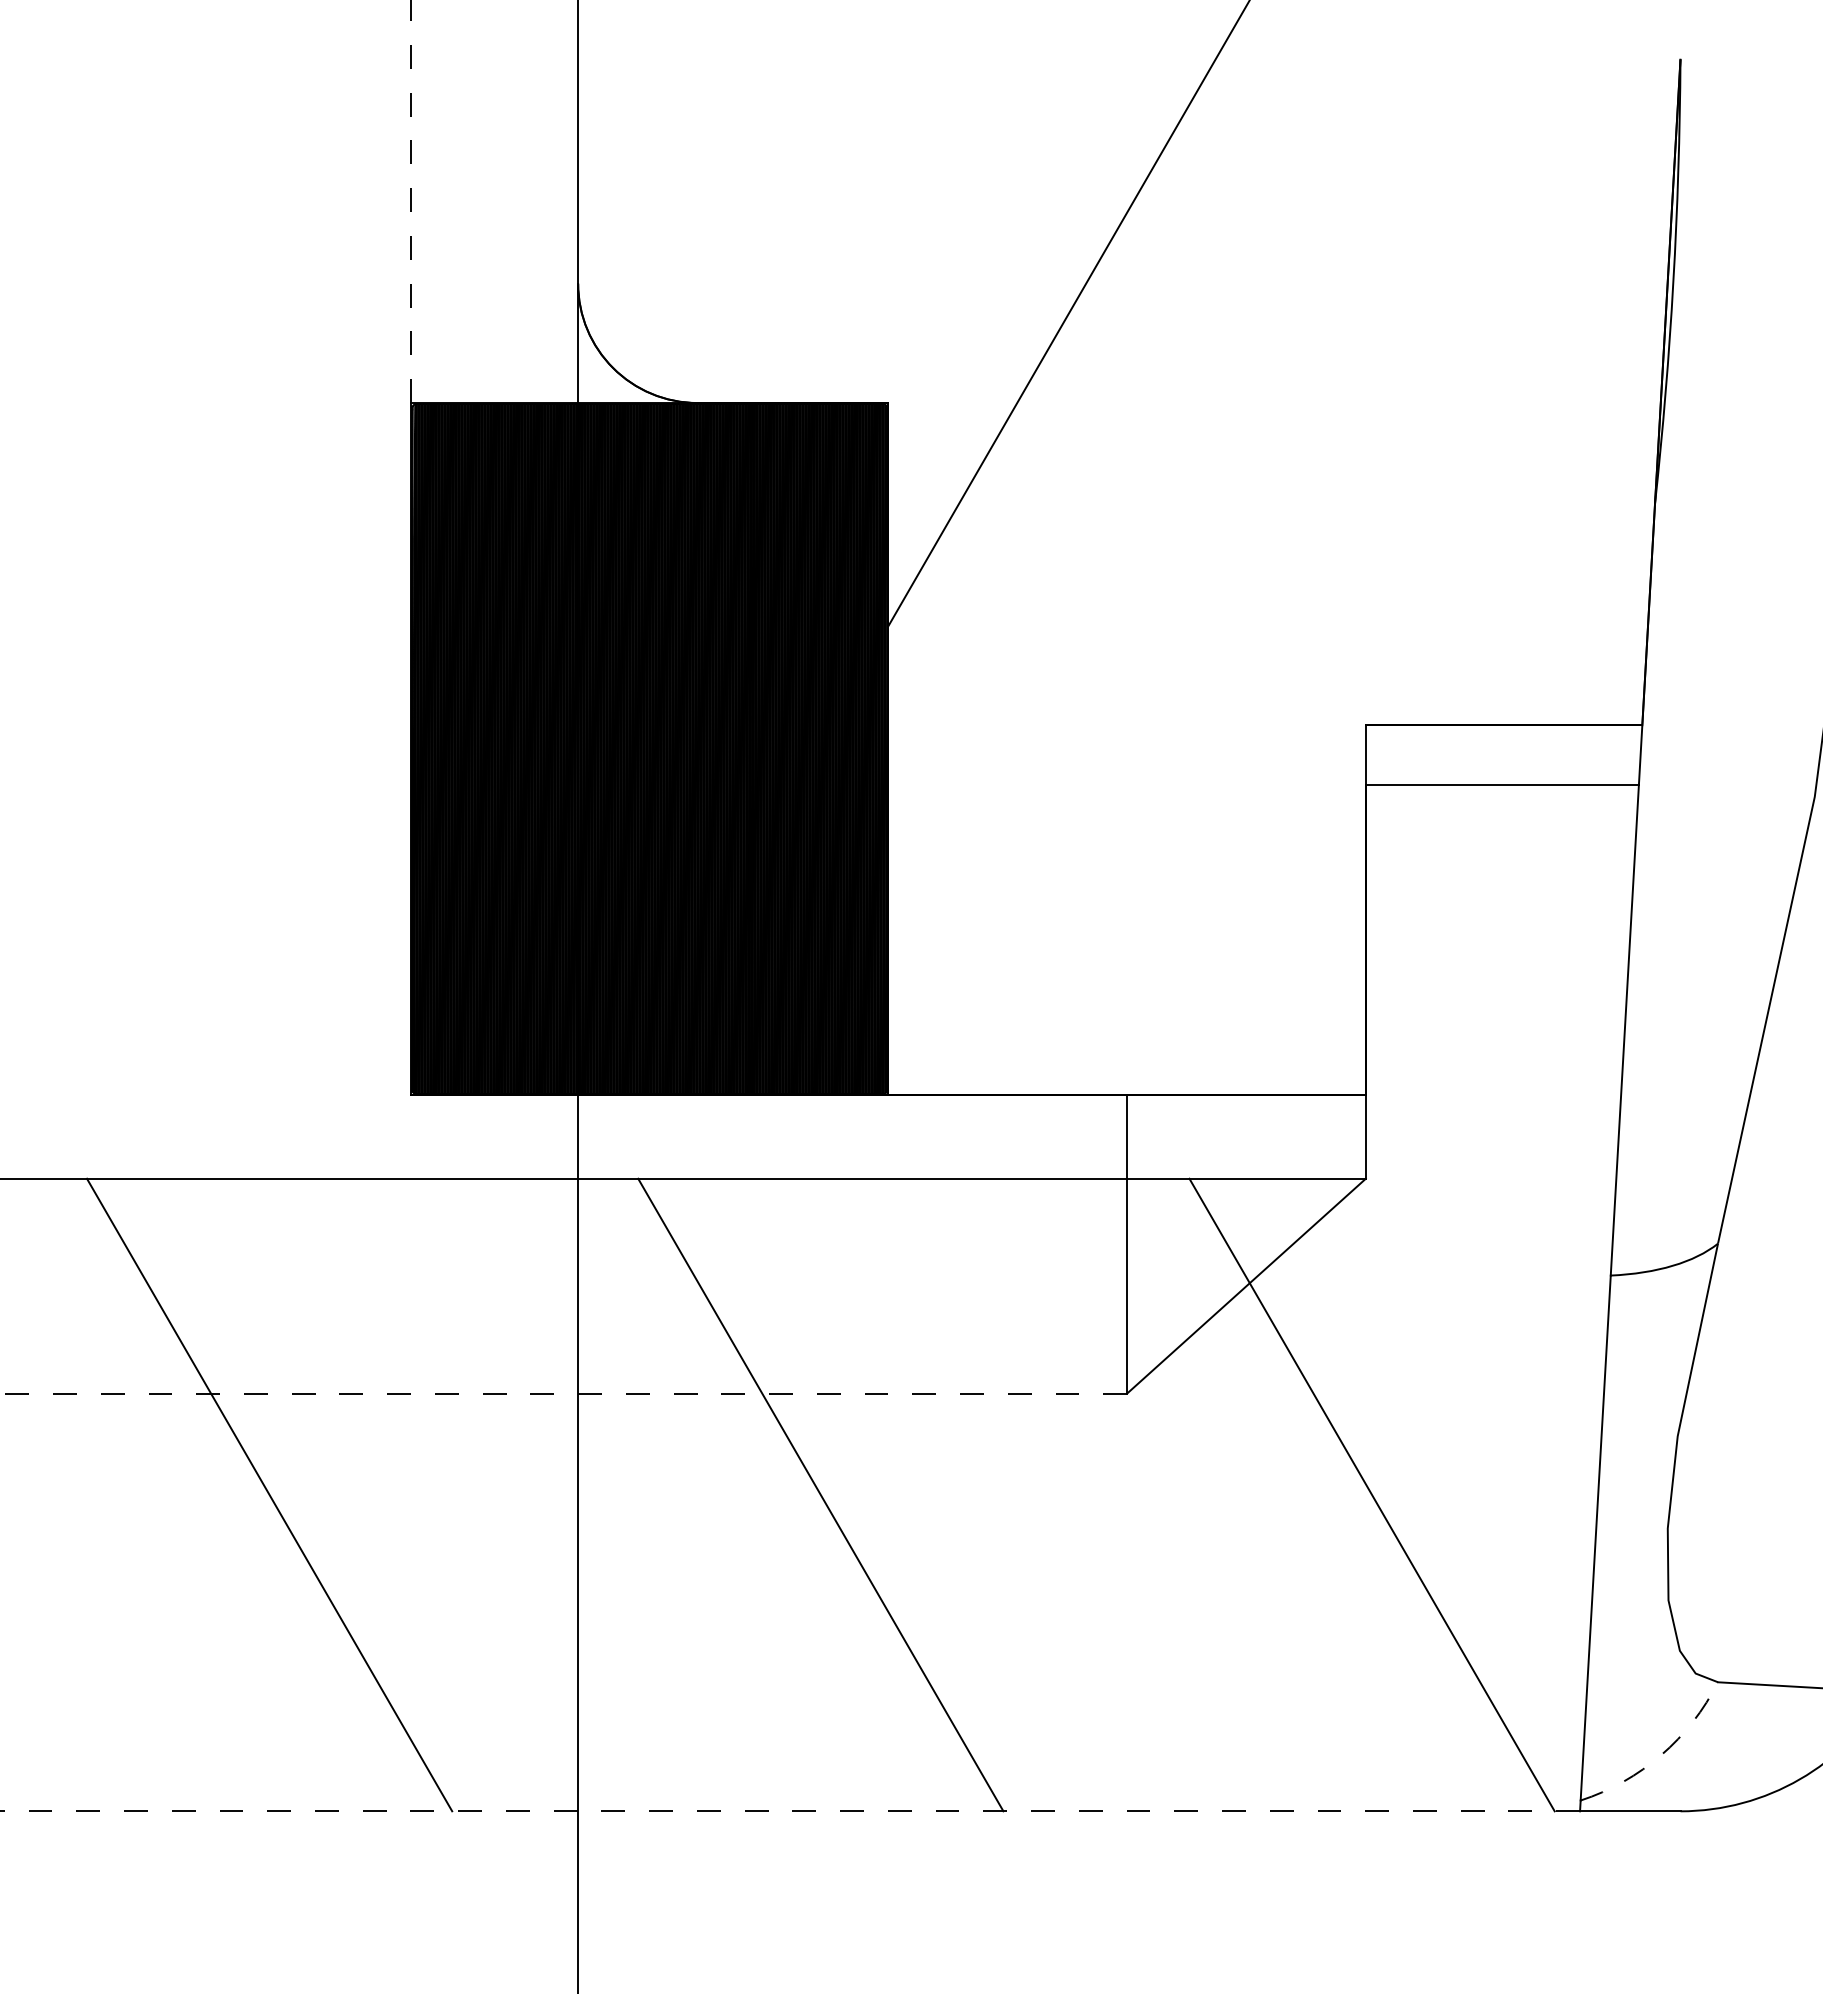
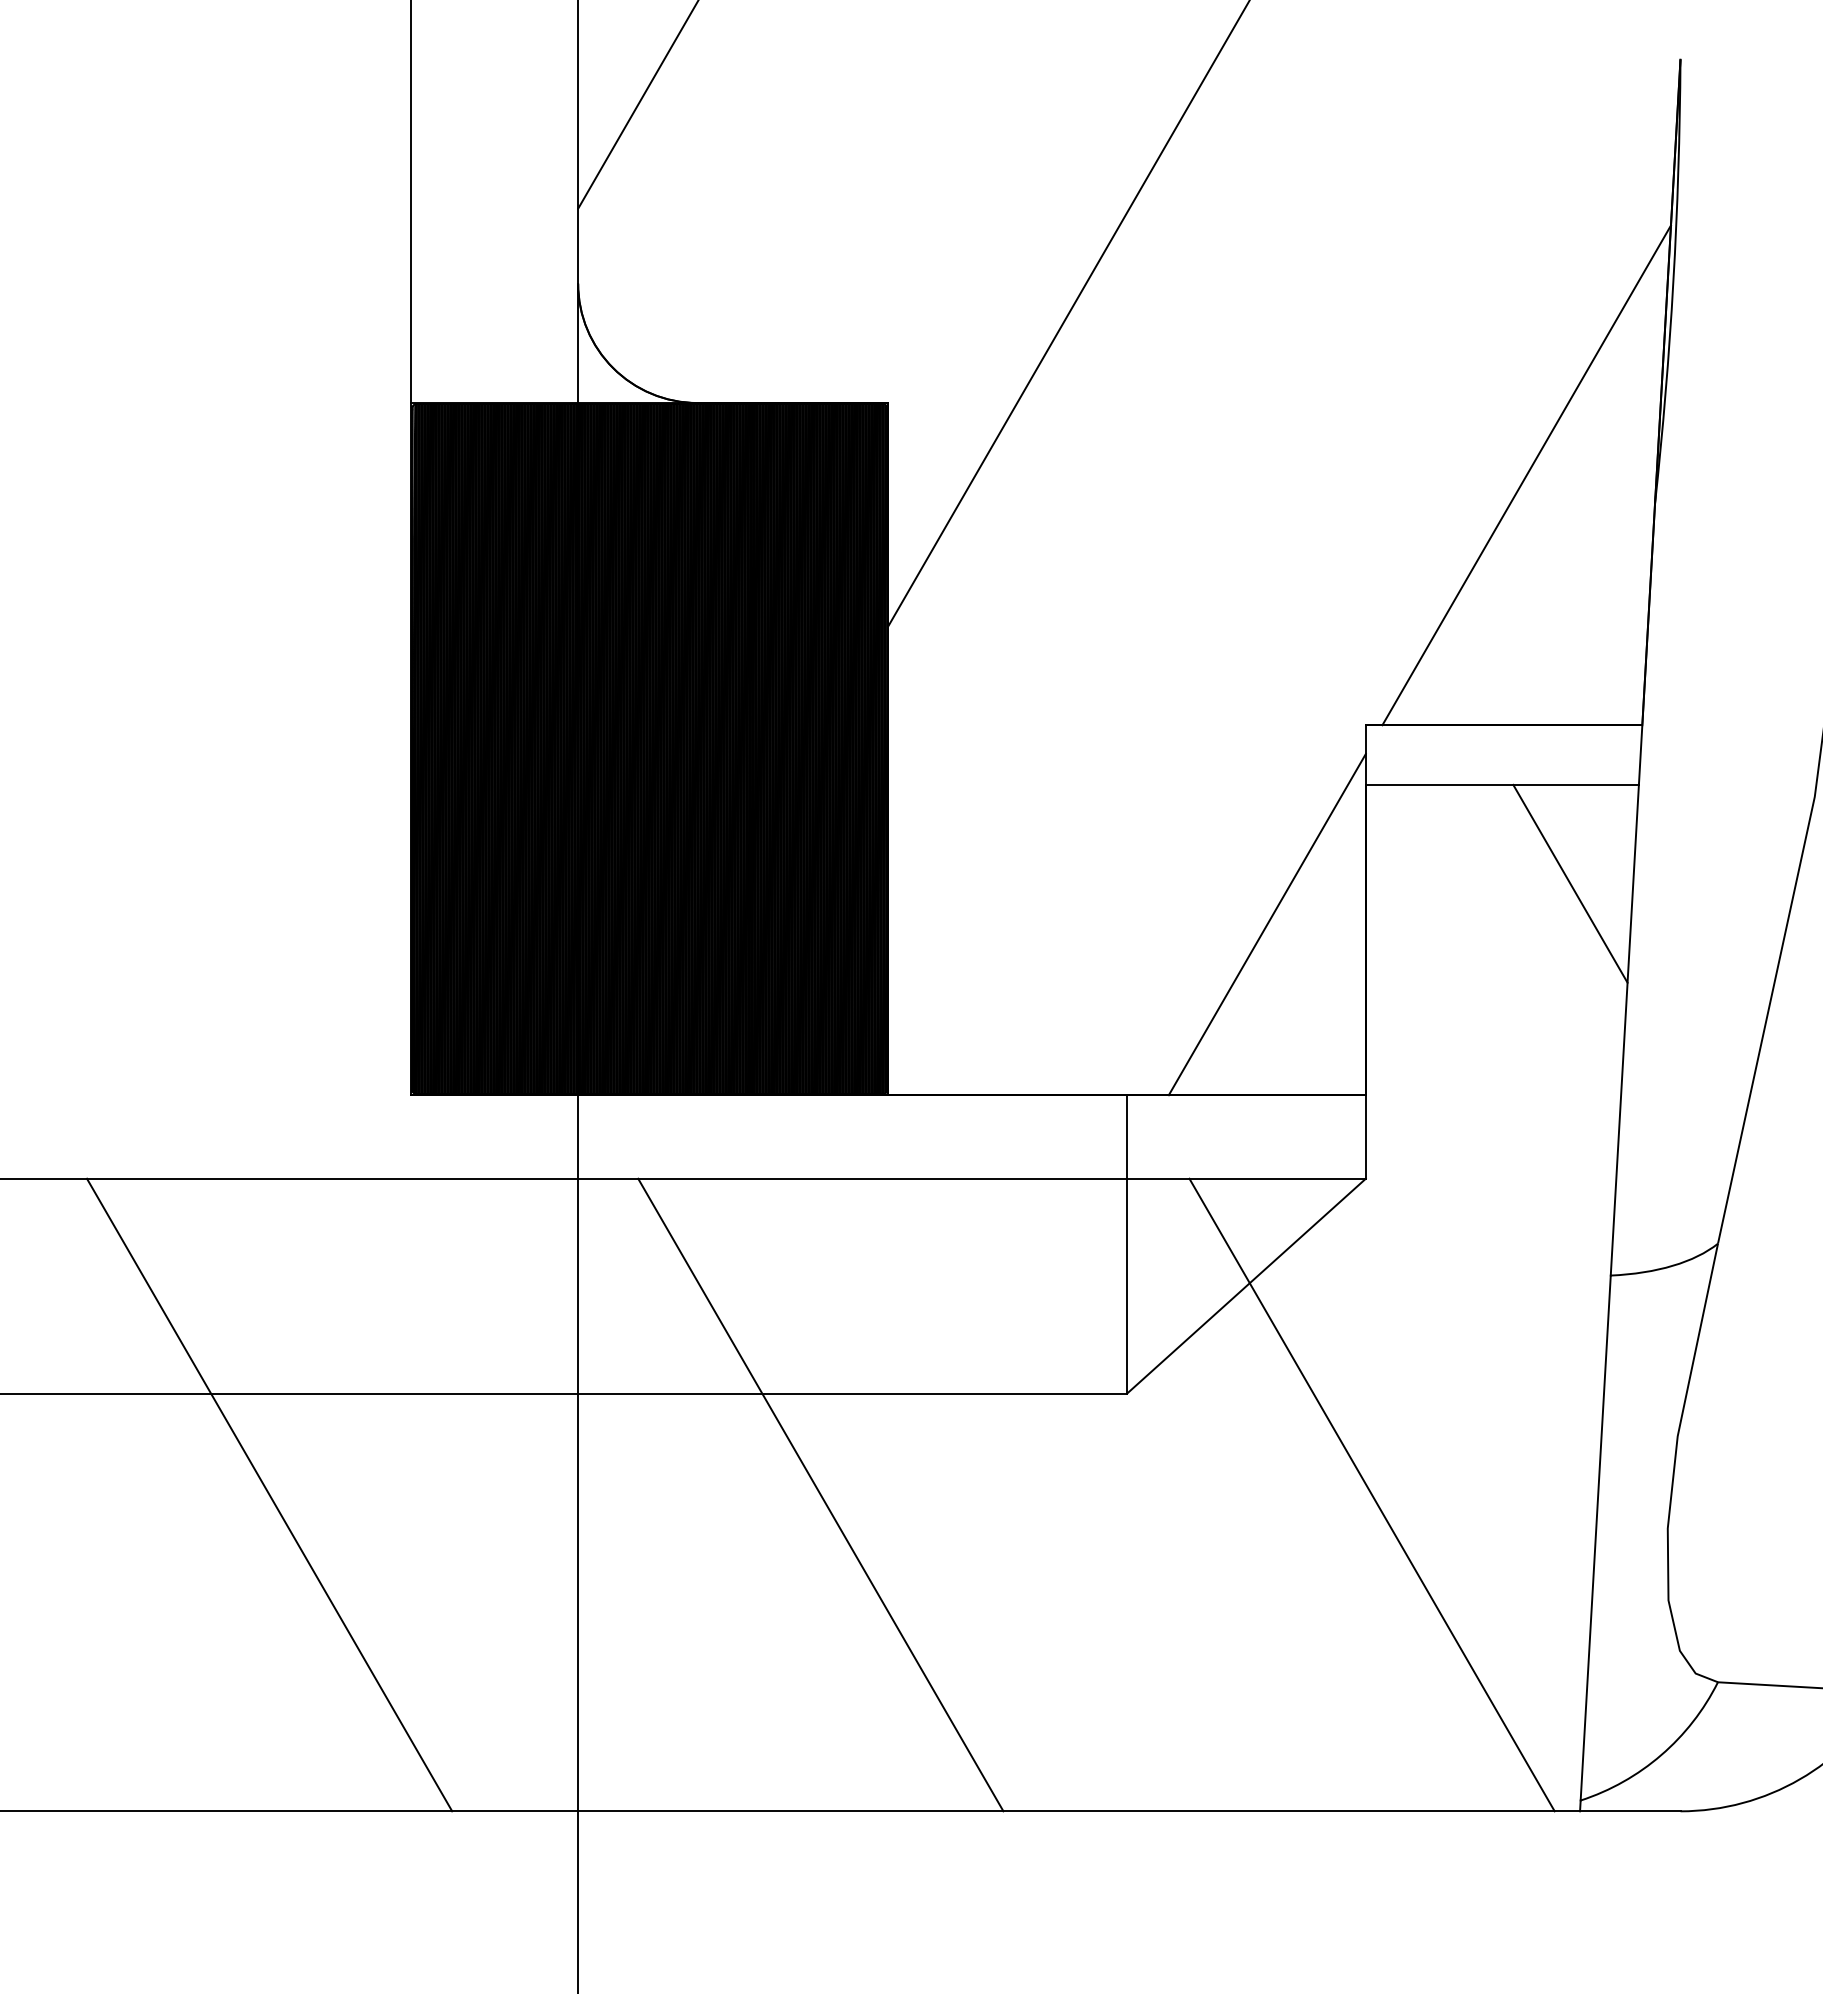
line at (637, 105): none -> present
line at (411, 201): dashed -> solid
line at (1526, 475): none -> present
line at (1570, 883): none -> present
line at (1266, 924): none -> present
line at (563, 1393): dashed -> solid
arc at (1661, 1755): dashed -> solid
line at (790, 1811): dashed -> solid
